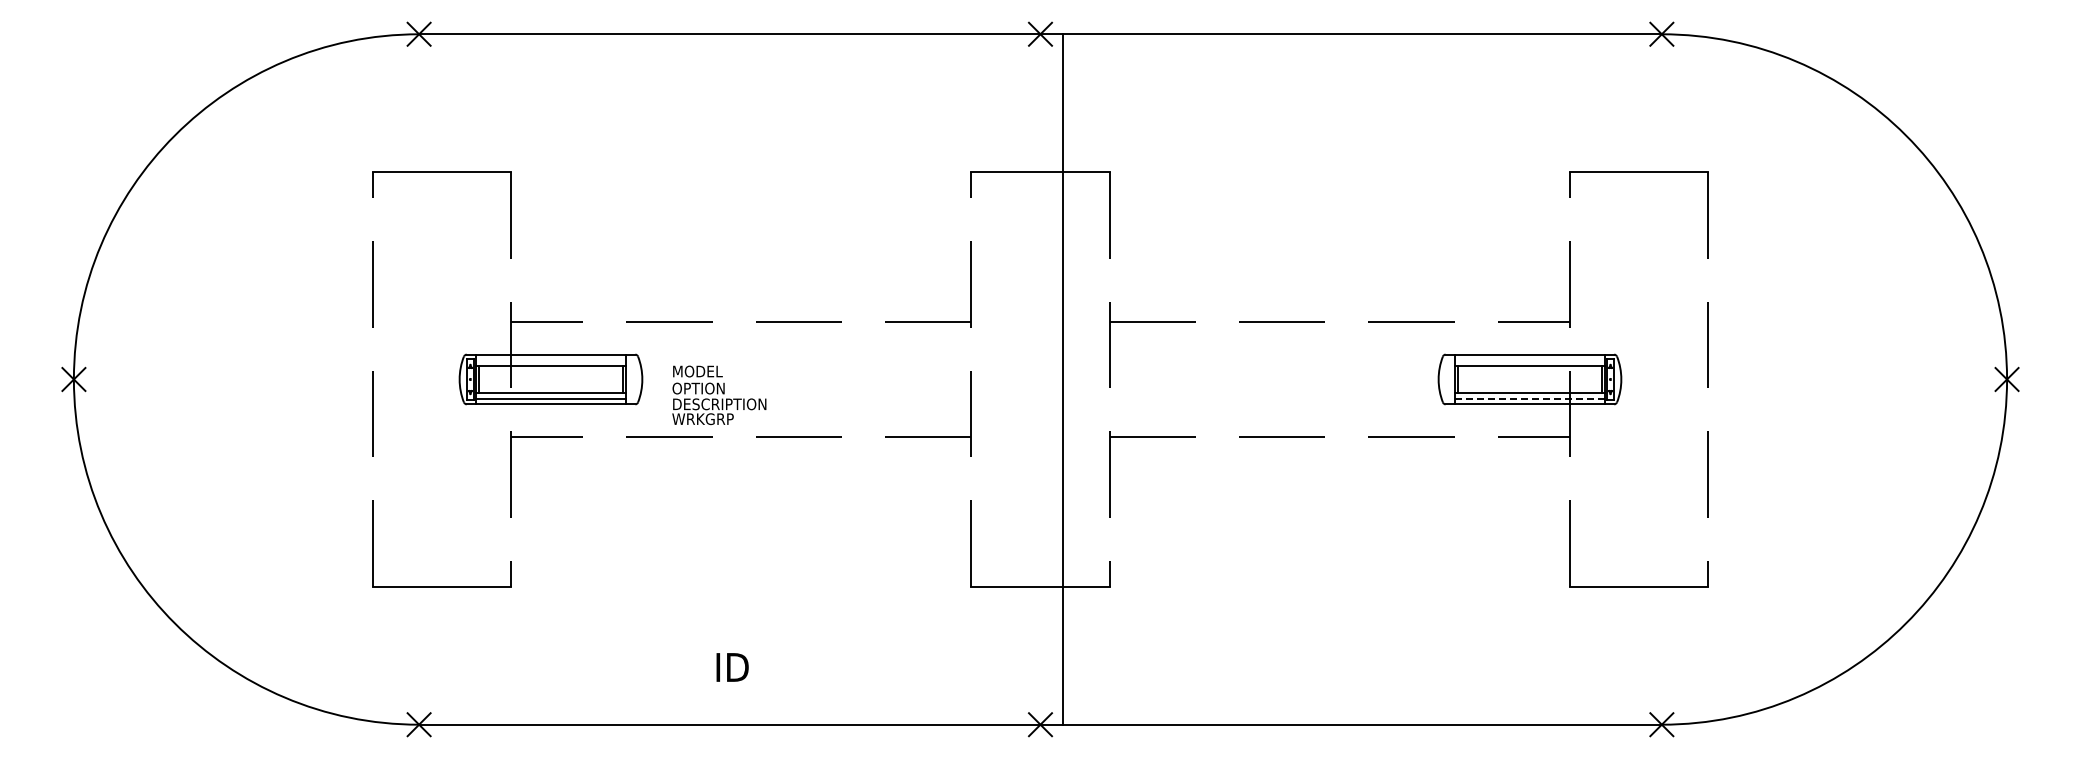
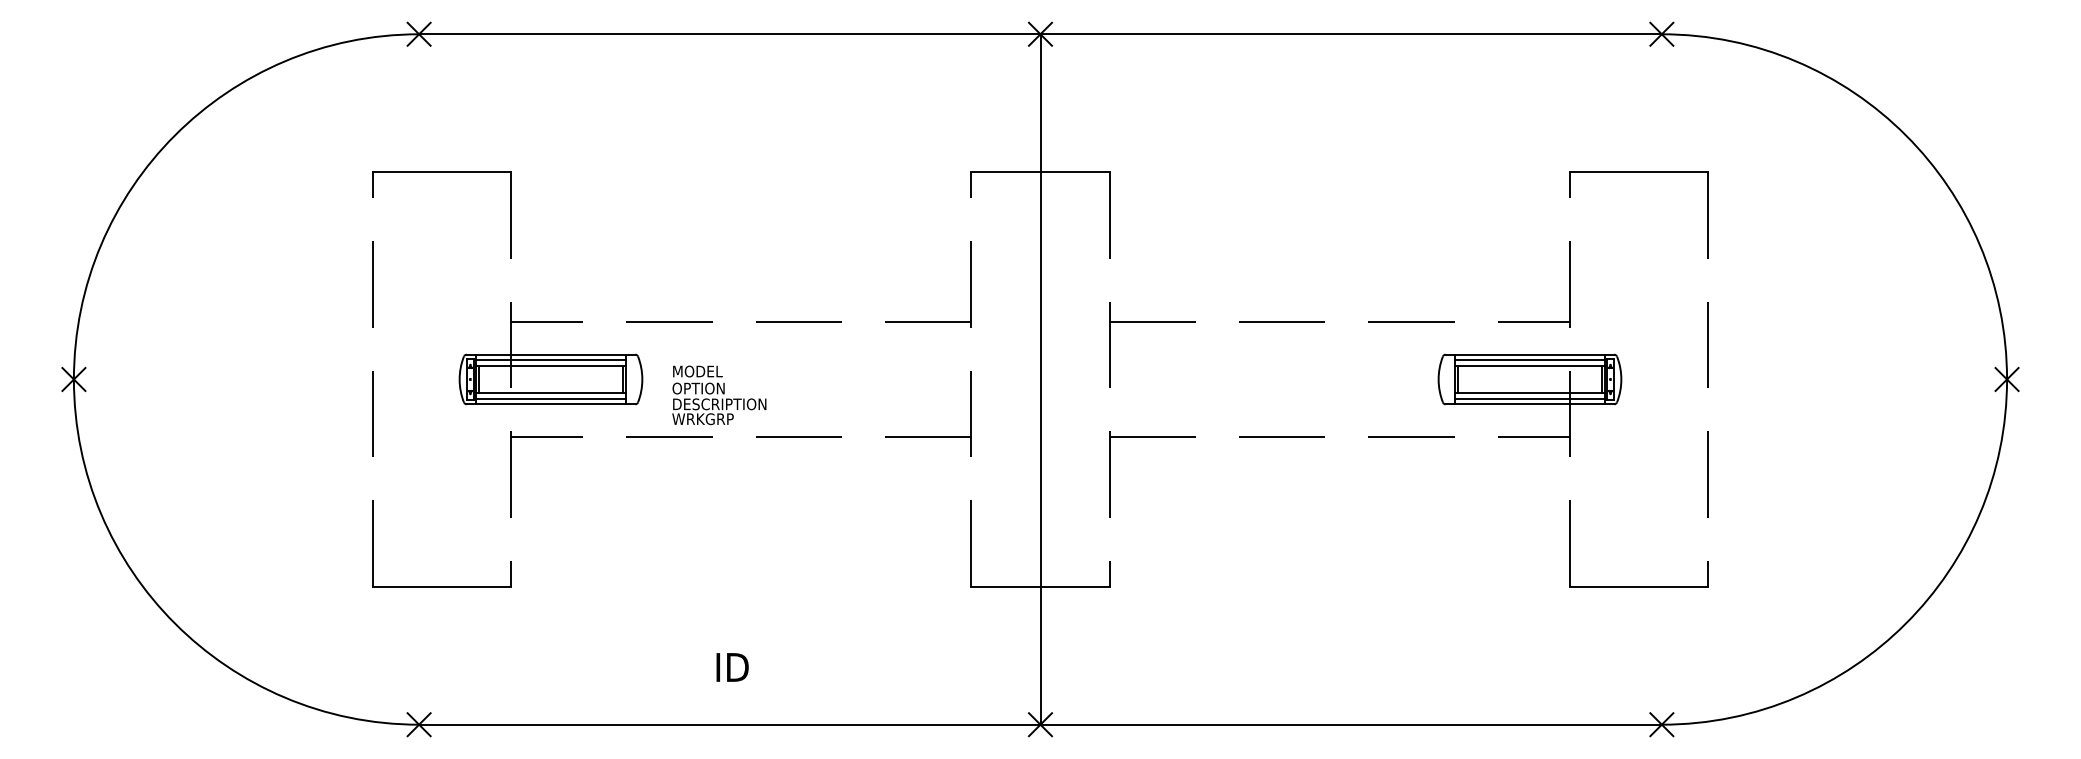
line at (550, 359): none -> present
line at (1529, 359): none -> present
line at (1062, 379) position: (1062, 379) -> (1040, 379)
line at (1529, 399): dashed -> solid
